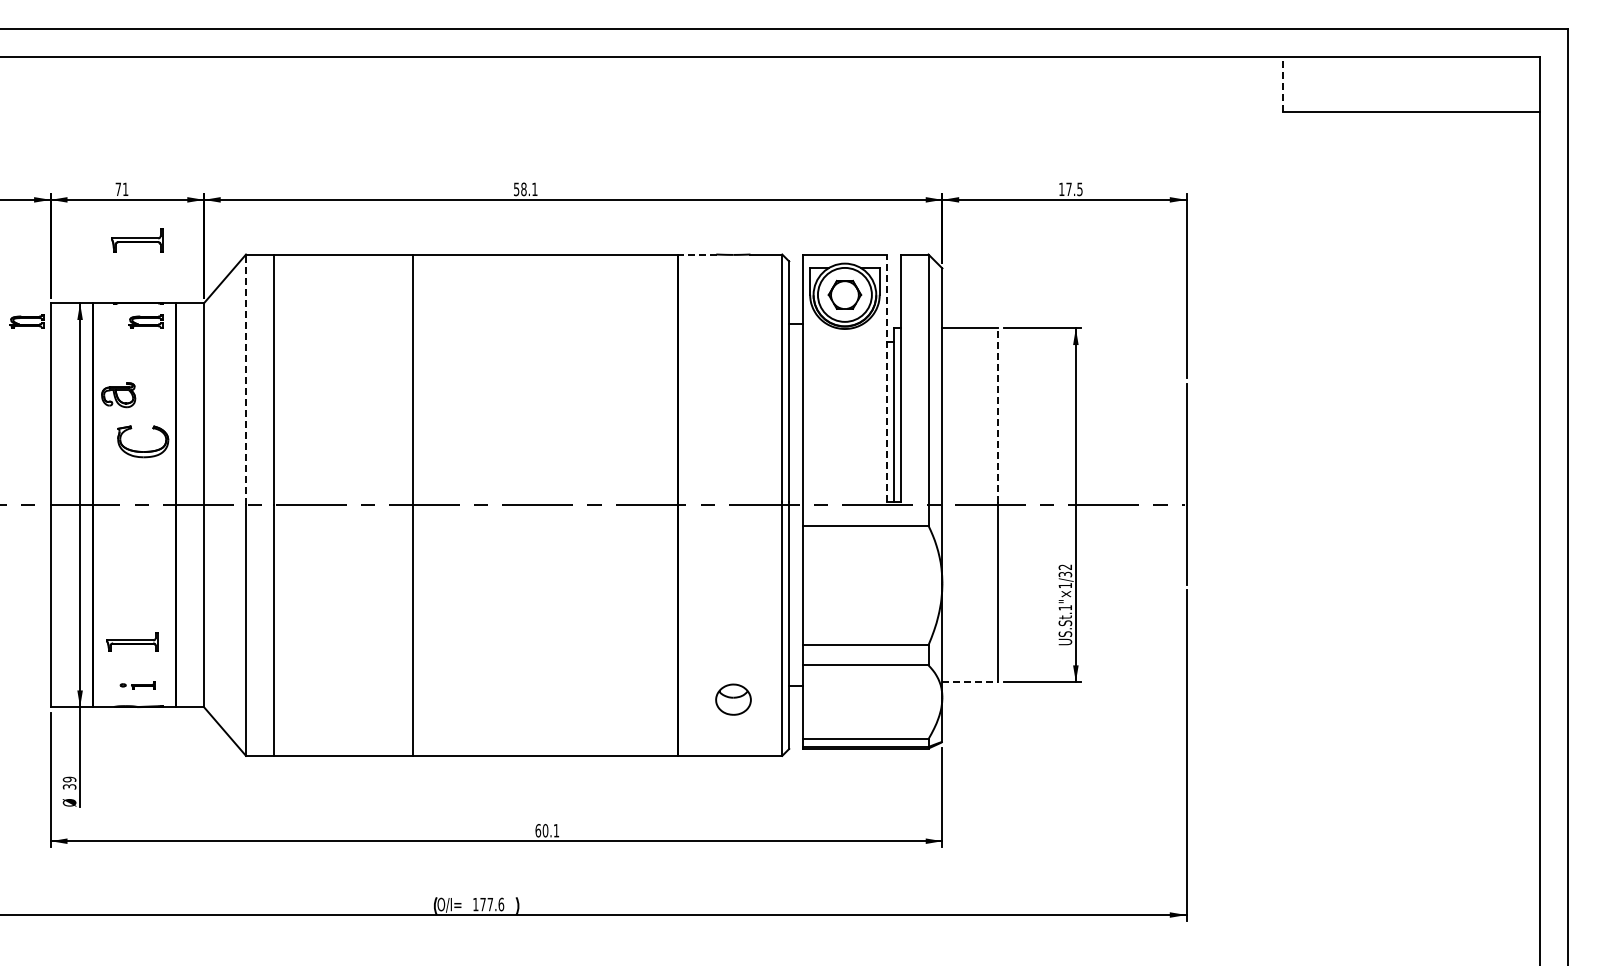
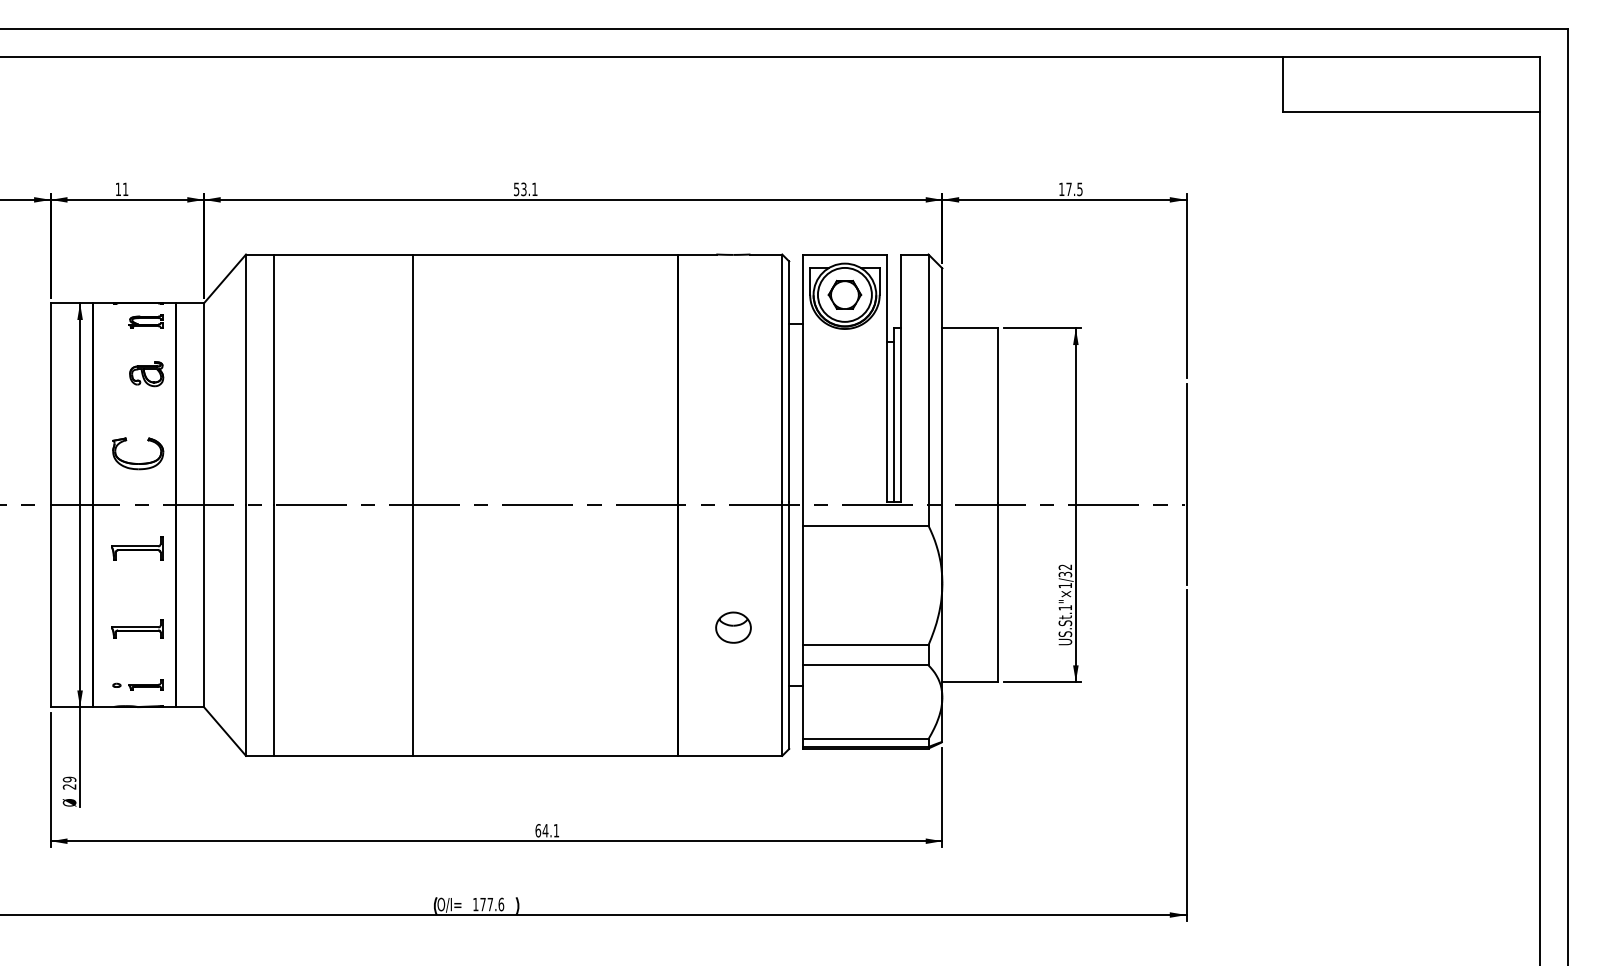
line at (1283, 84): dashed -> solid
text at (117, 188): 71 -> 11
text at (523, 189): 58.1 -> 53.1
part at (137, 240) position: (137, 240) -> (137, 548)
line at (696, 254): dashed -> solid
part at (26, 321): present -> none
line at (886, 378): dashed -> solid
line at (246, 379): dashed -> solid
part at (118, 395) position: (118, 395) -> (146, 374)
line at (998, 415): dashed -> solid
part at (139, 450) position: (139, 450) -> (134, 462)
part at (132, 641) position: (132, 641) -> (137, 628)
line at (970, 682): dashed -> solid
part at (137, 685) size: 37x9 px -> 52x12 px
part at (733, 699) position: (733, 699) -> (733, 627)
text at (69, 786): 39 -> 29
text at (545, 830): 60.1 -> 64.1
